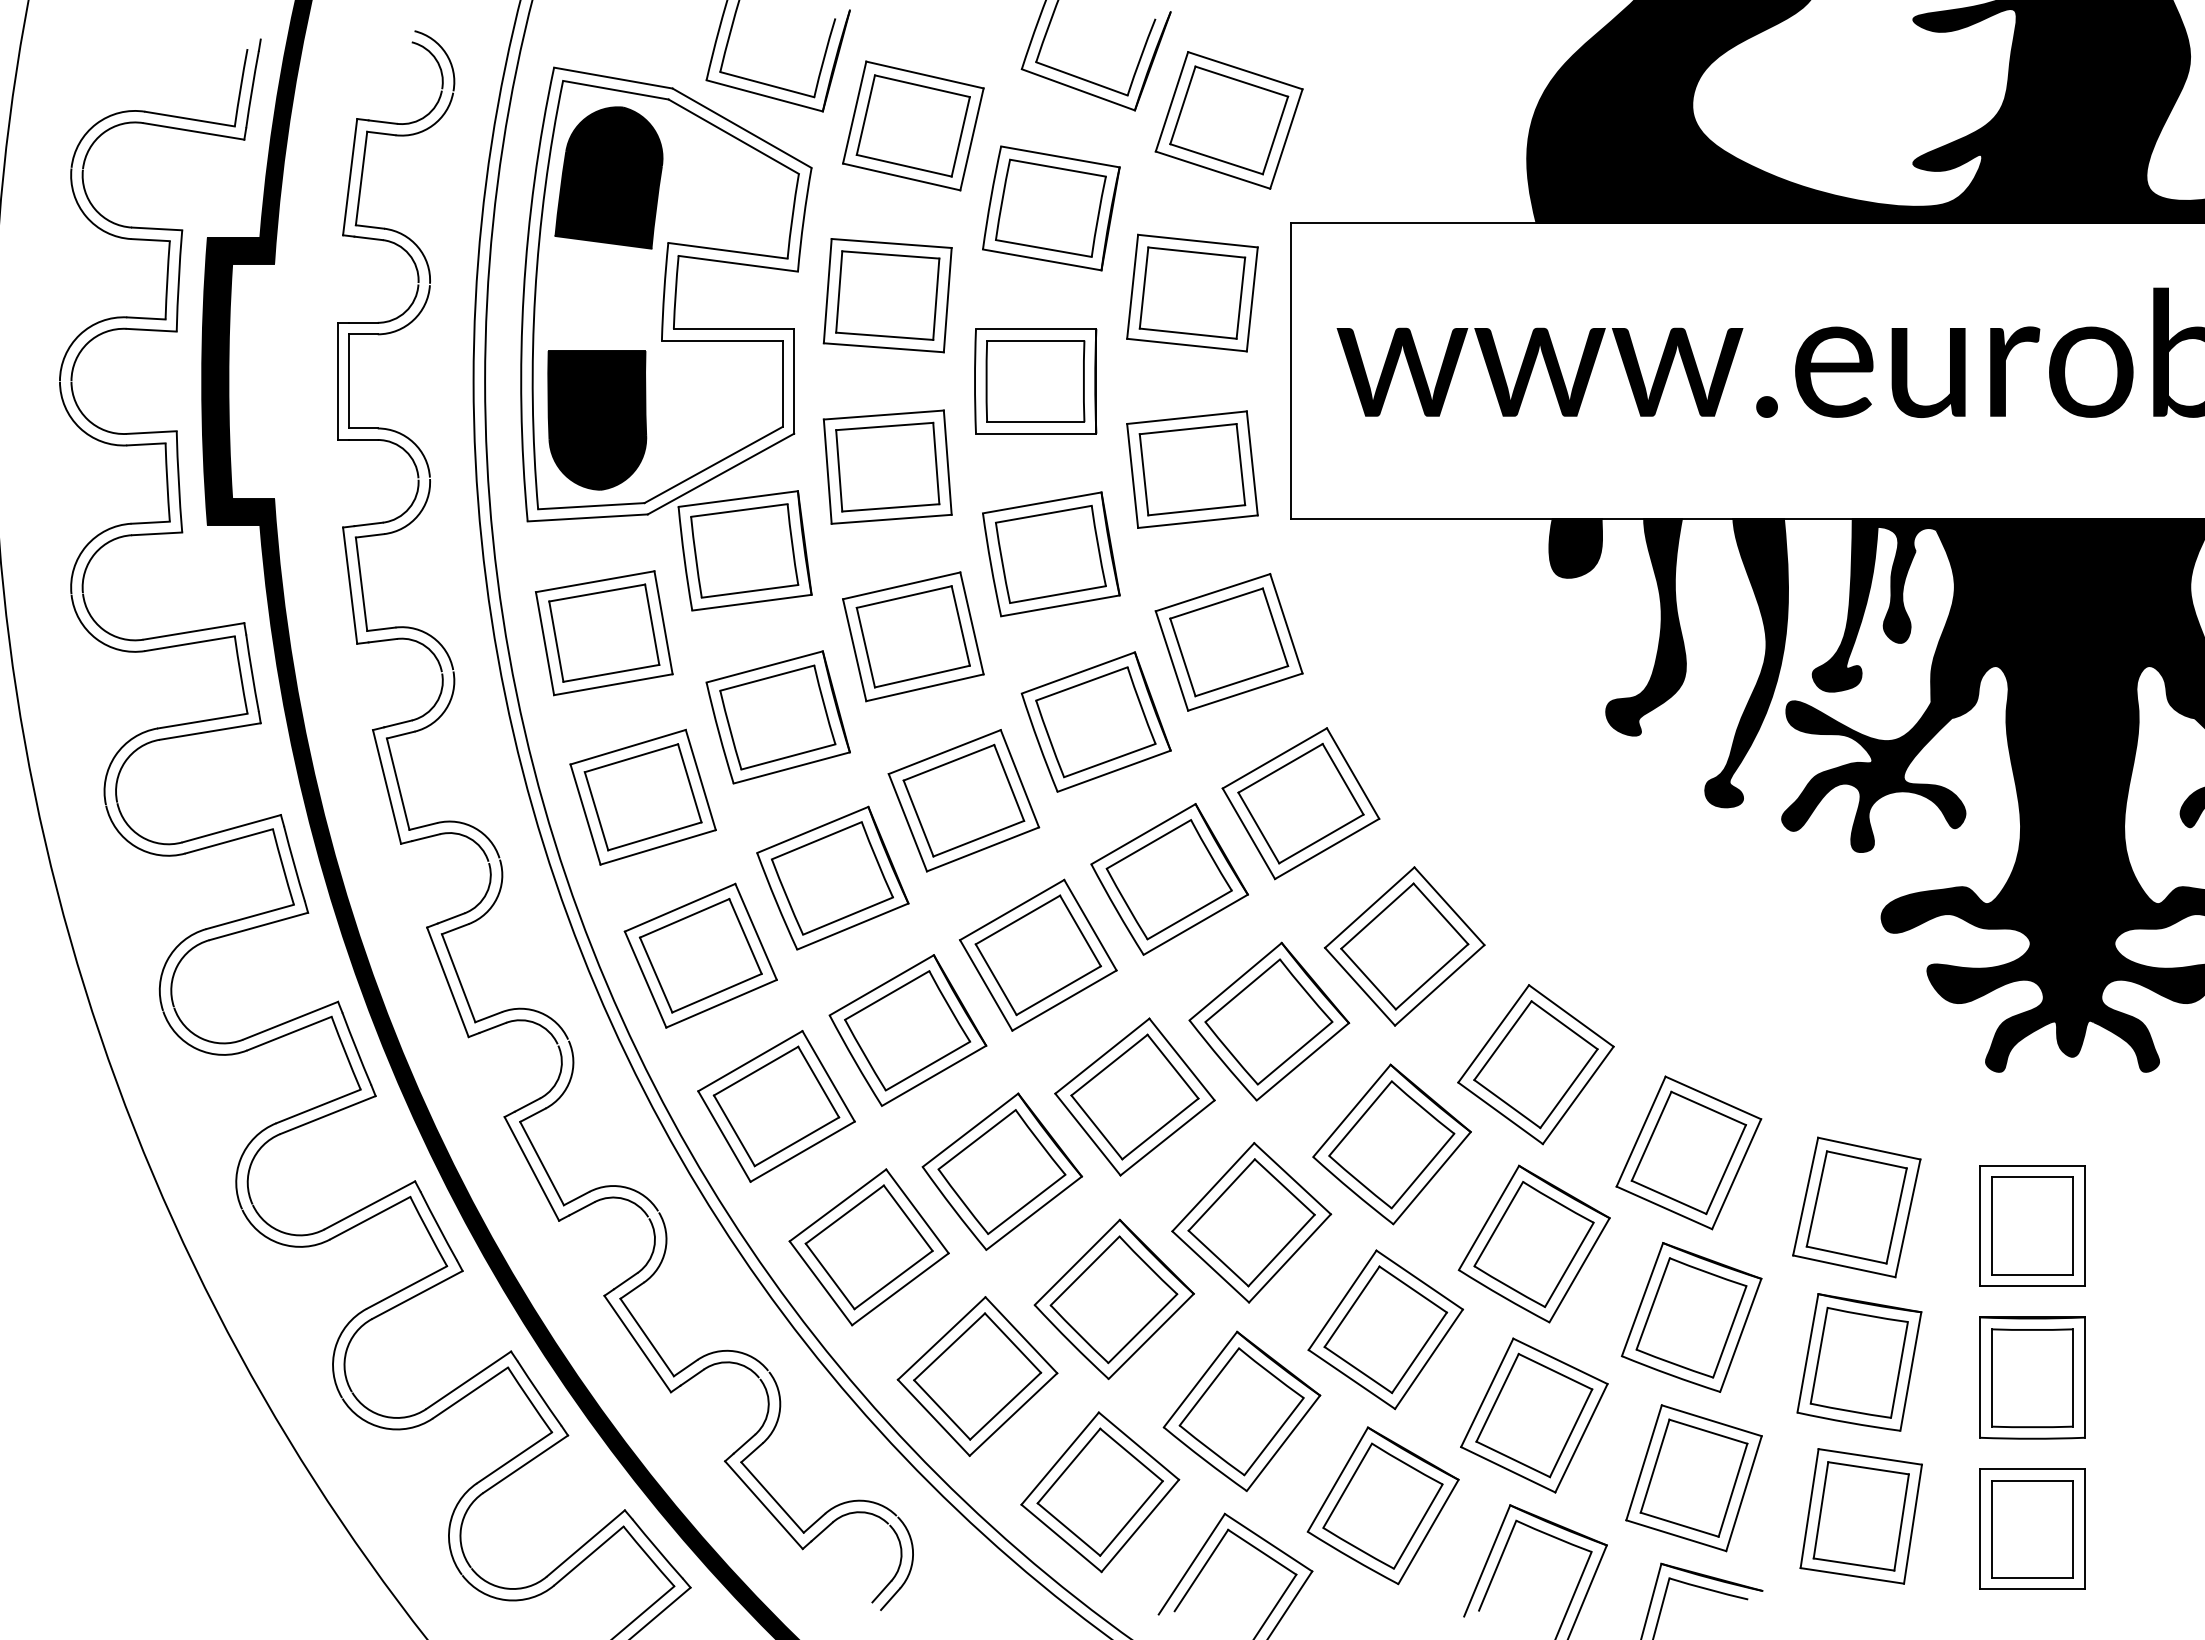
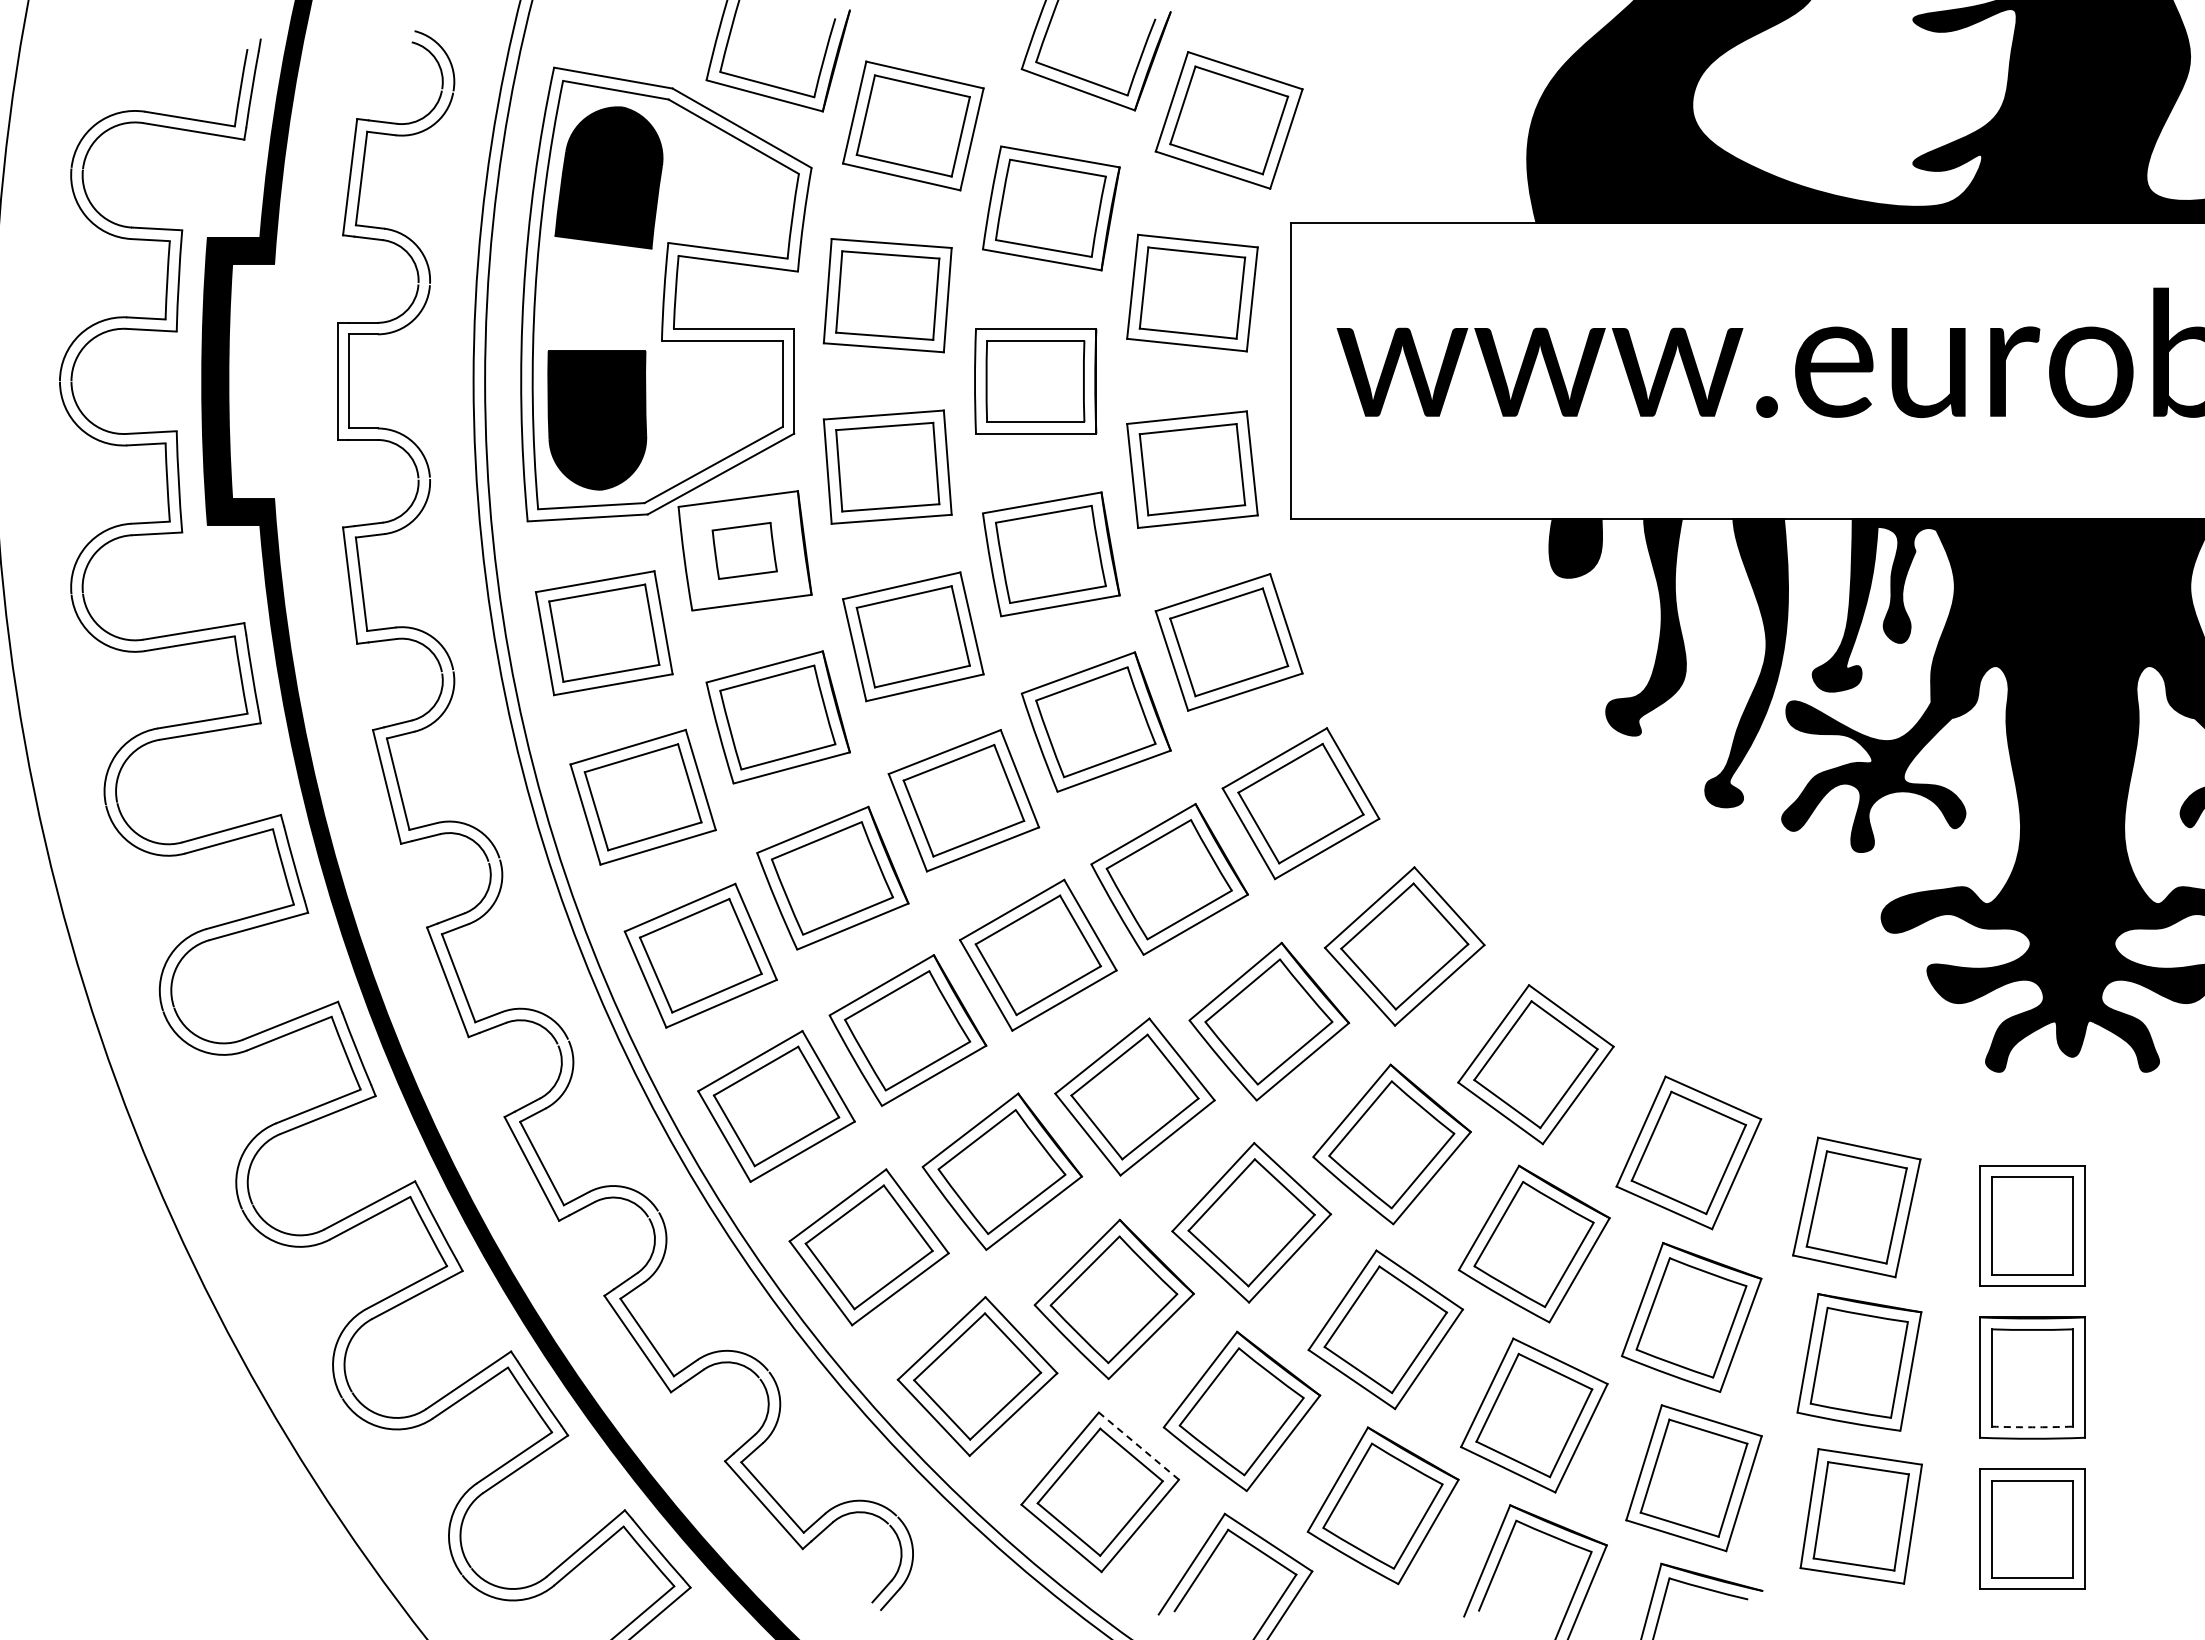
part at (744, 550) size: 110x96 px -> 67x58 px
arc at (2032, 1427): solid -> dashed
line at (1138, 1445): solid -> dashed
